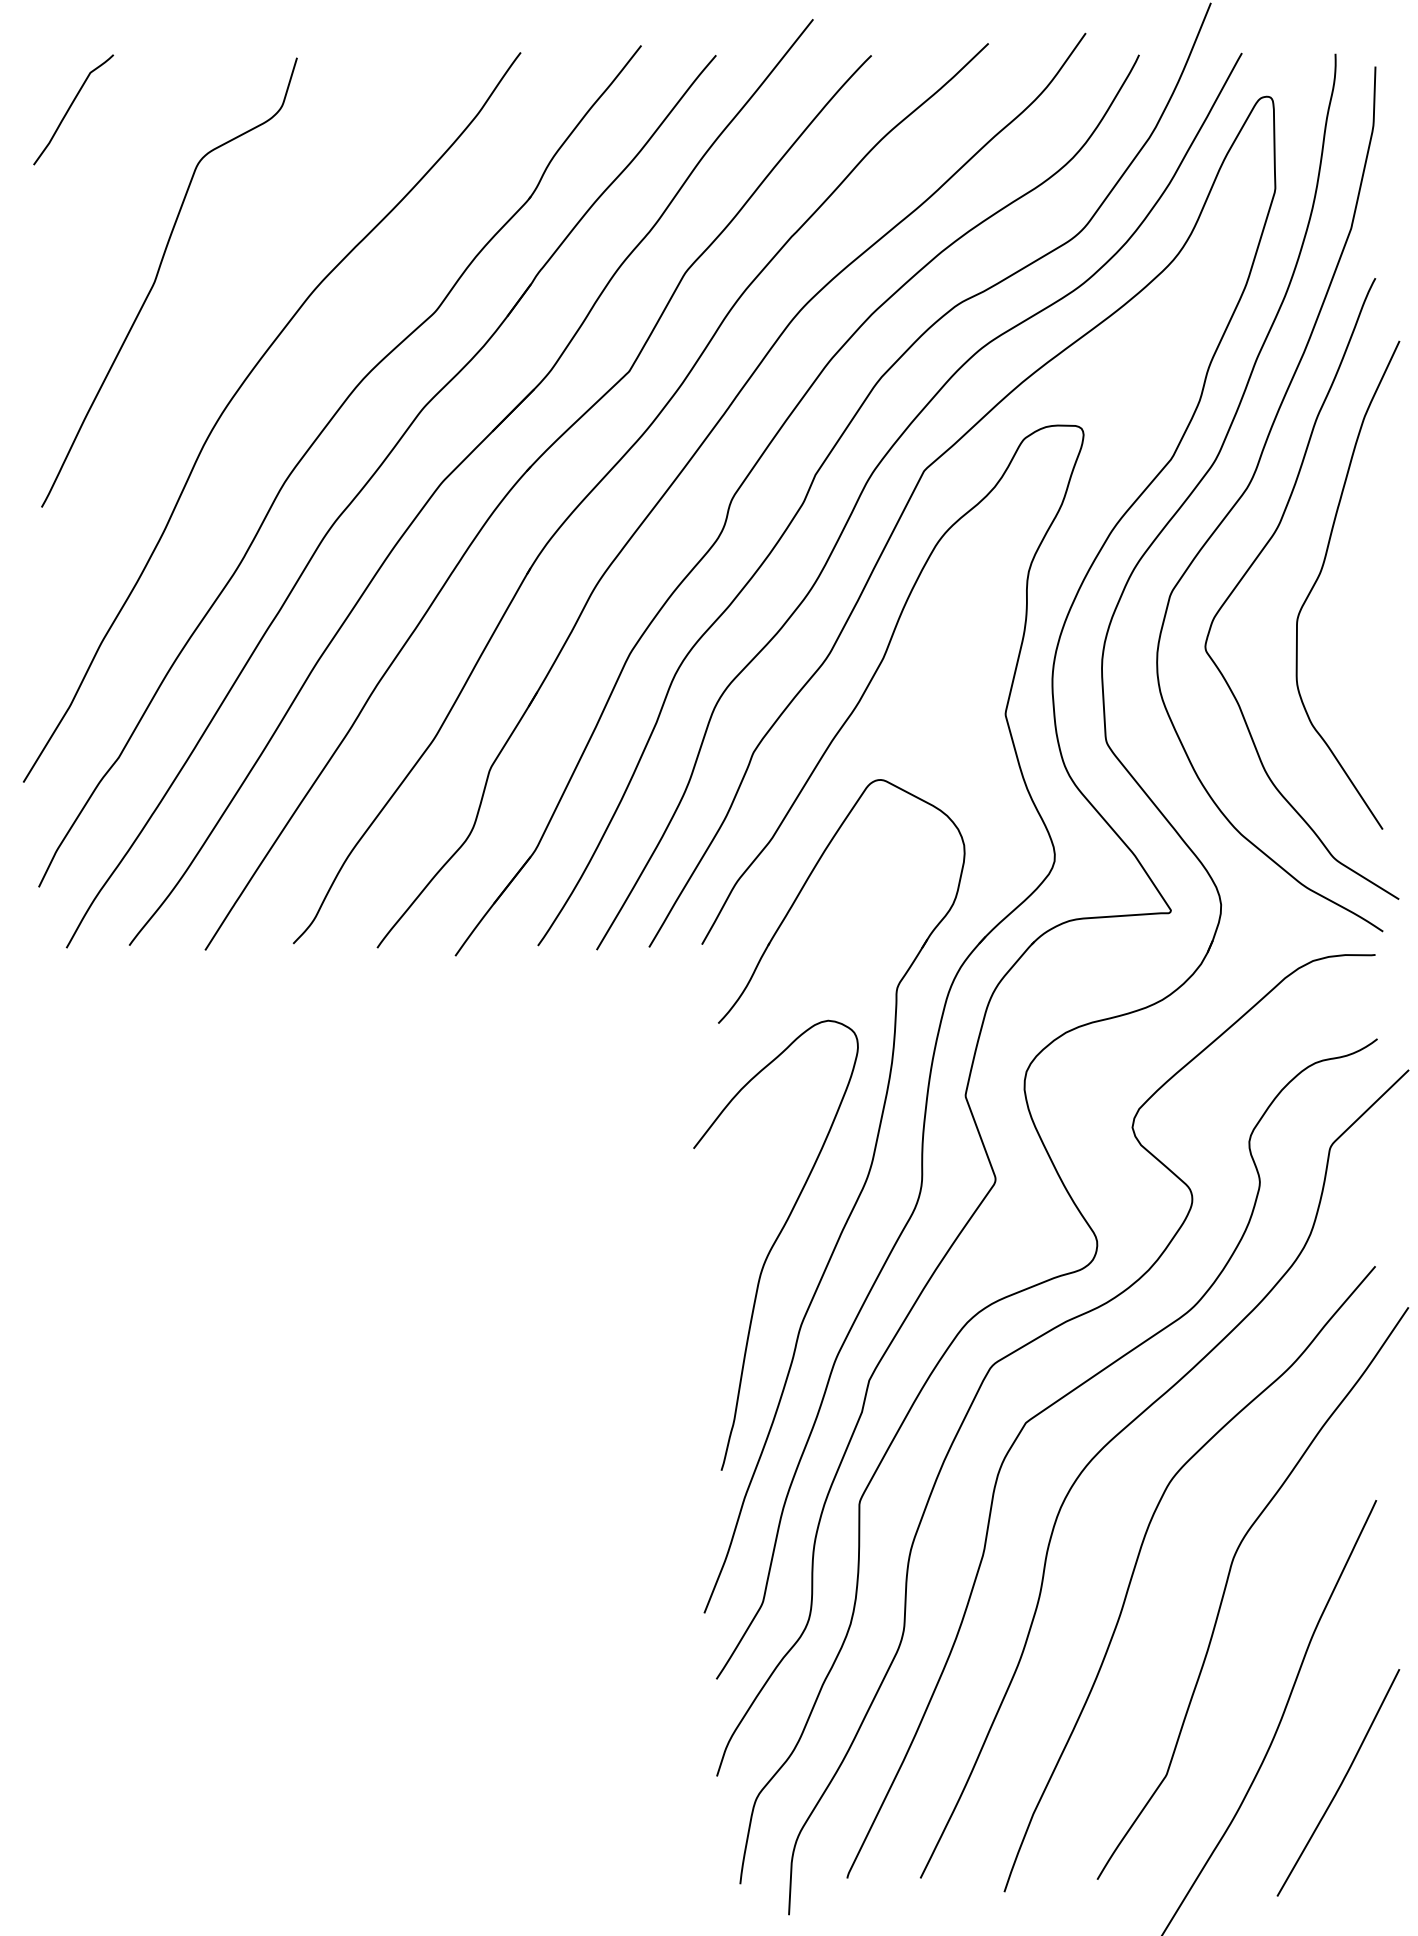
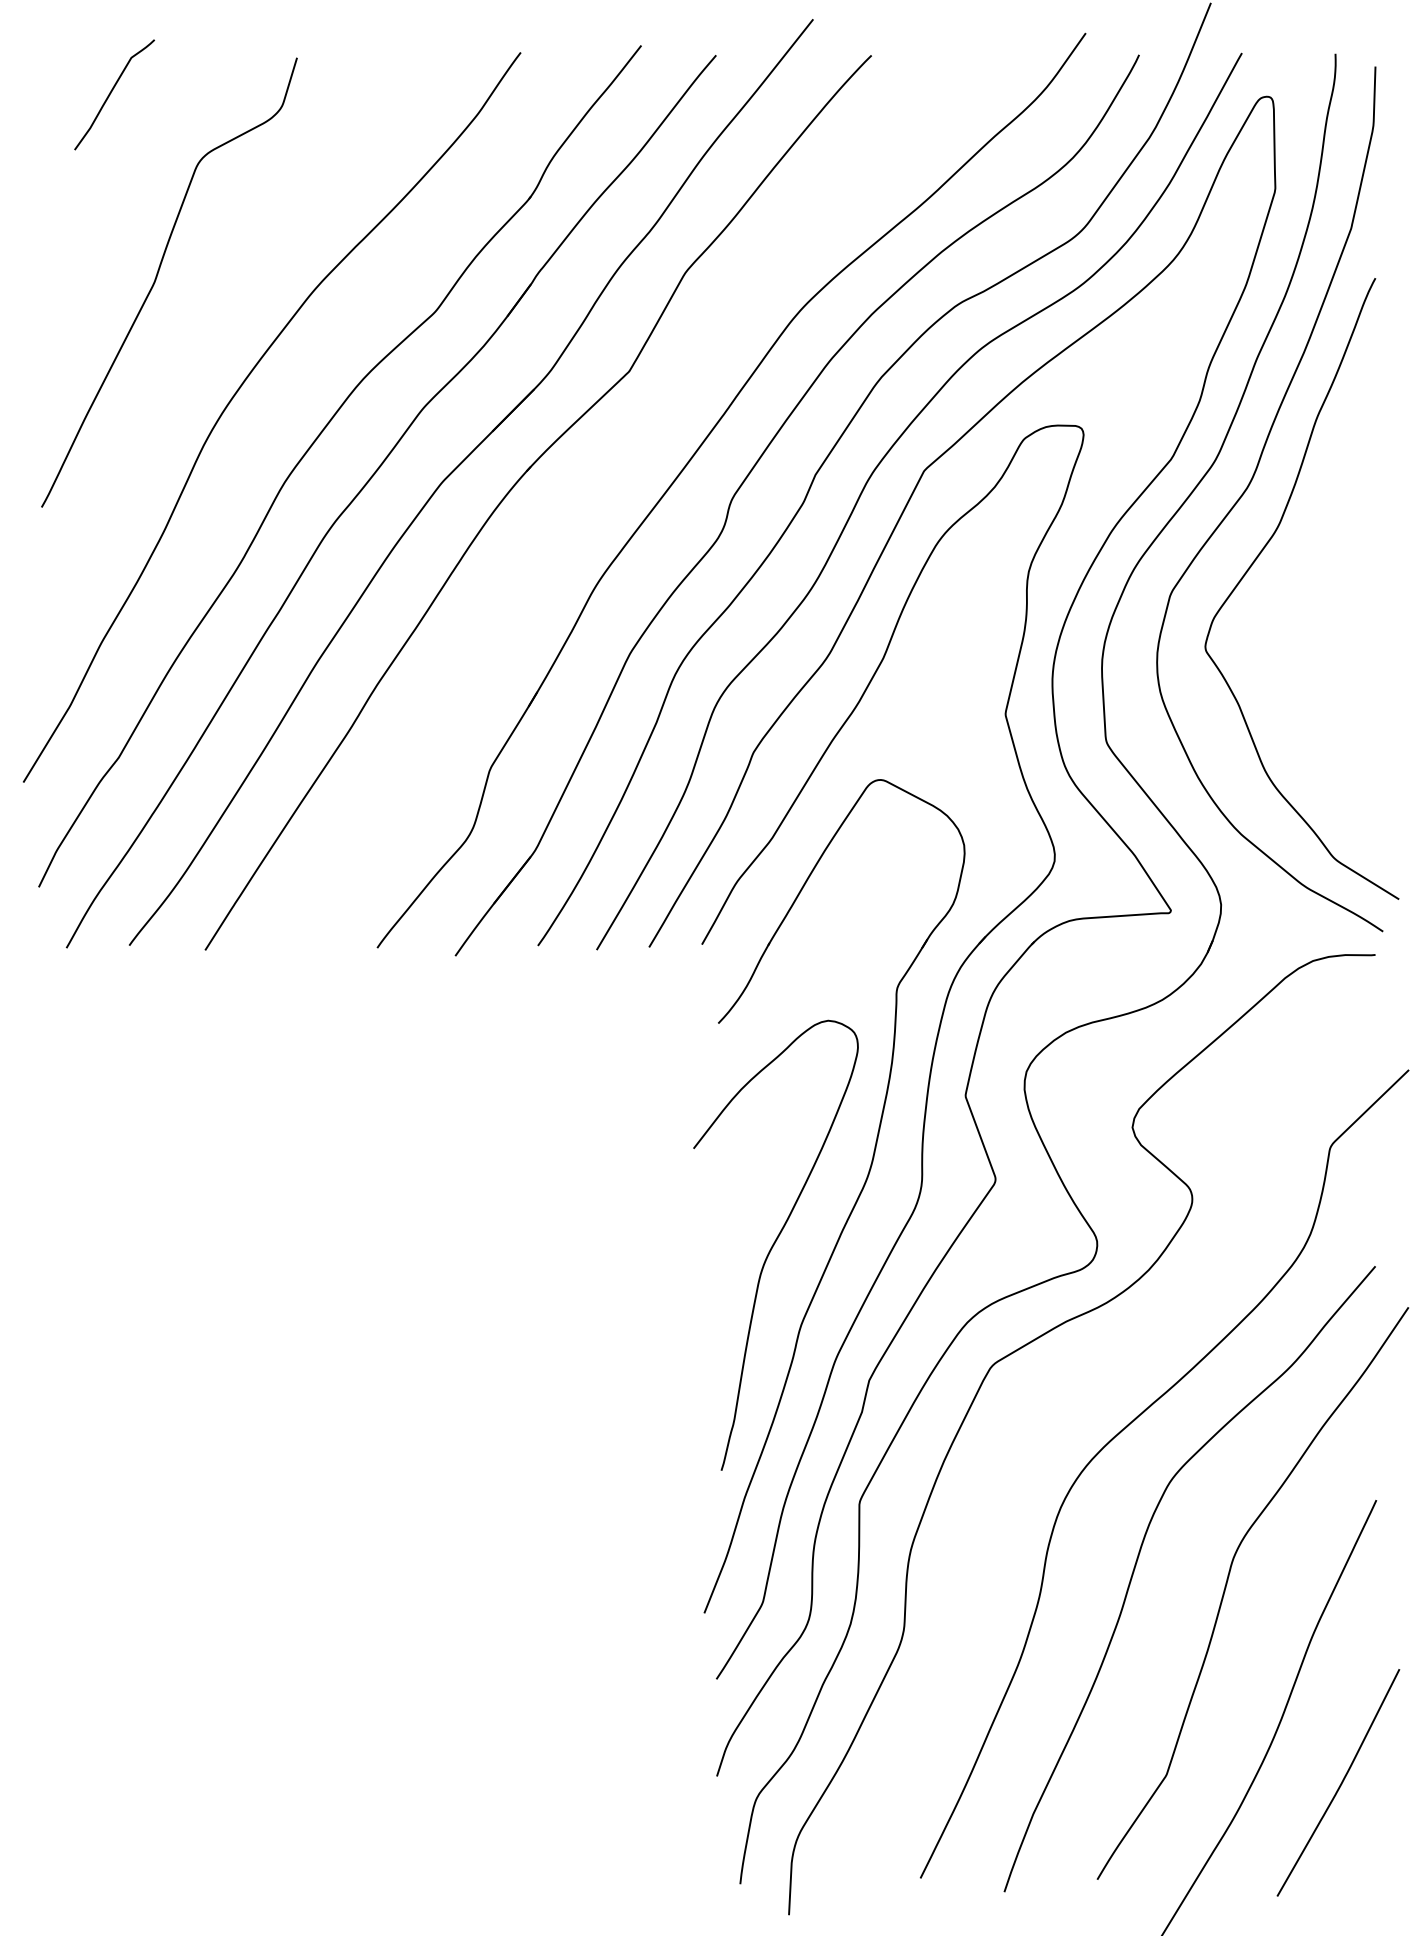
curve at (70, 108) position: (70, 108) -> (111, 93)
part at (614, 467): present -> none
curve at (1320, 575): present -> none
curve at (1066, 1396): present -> none
